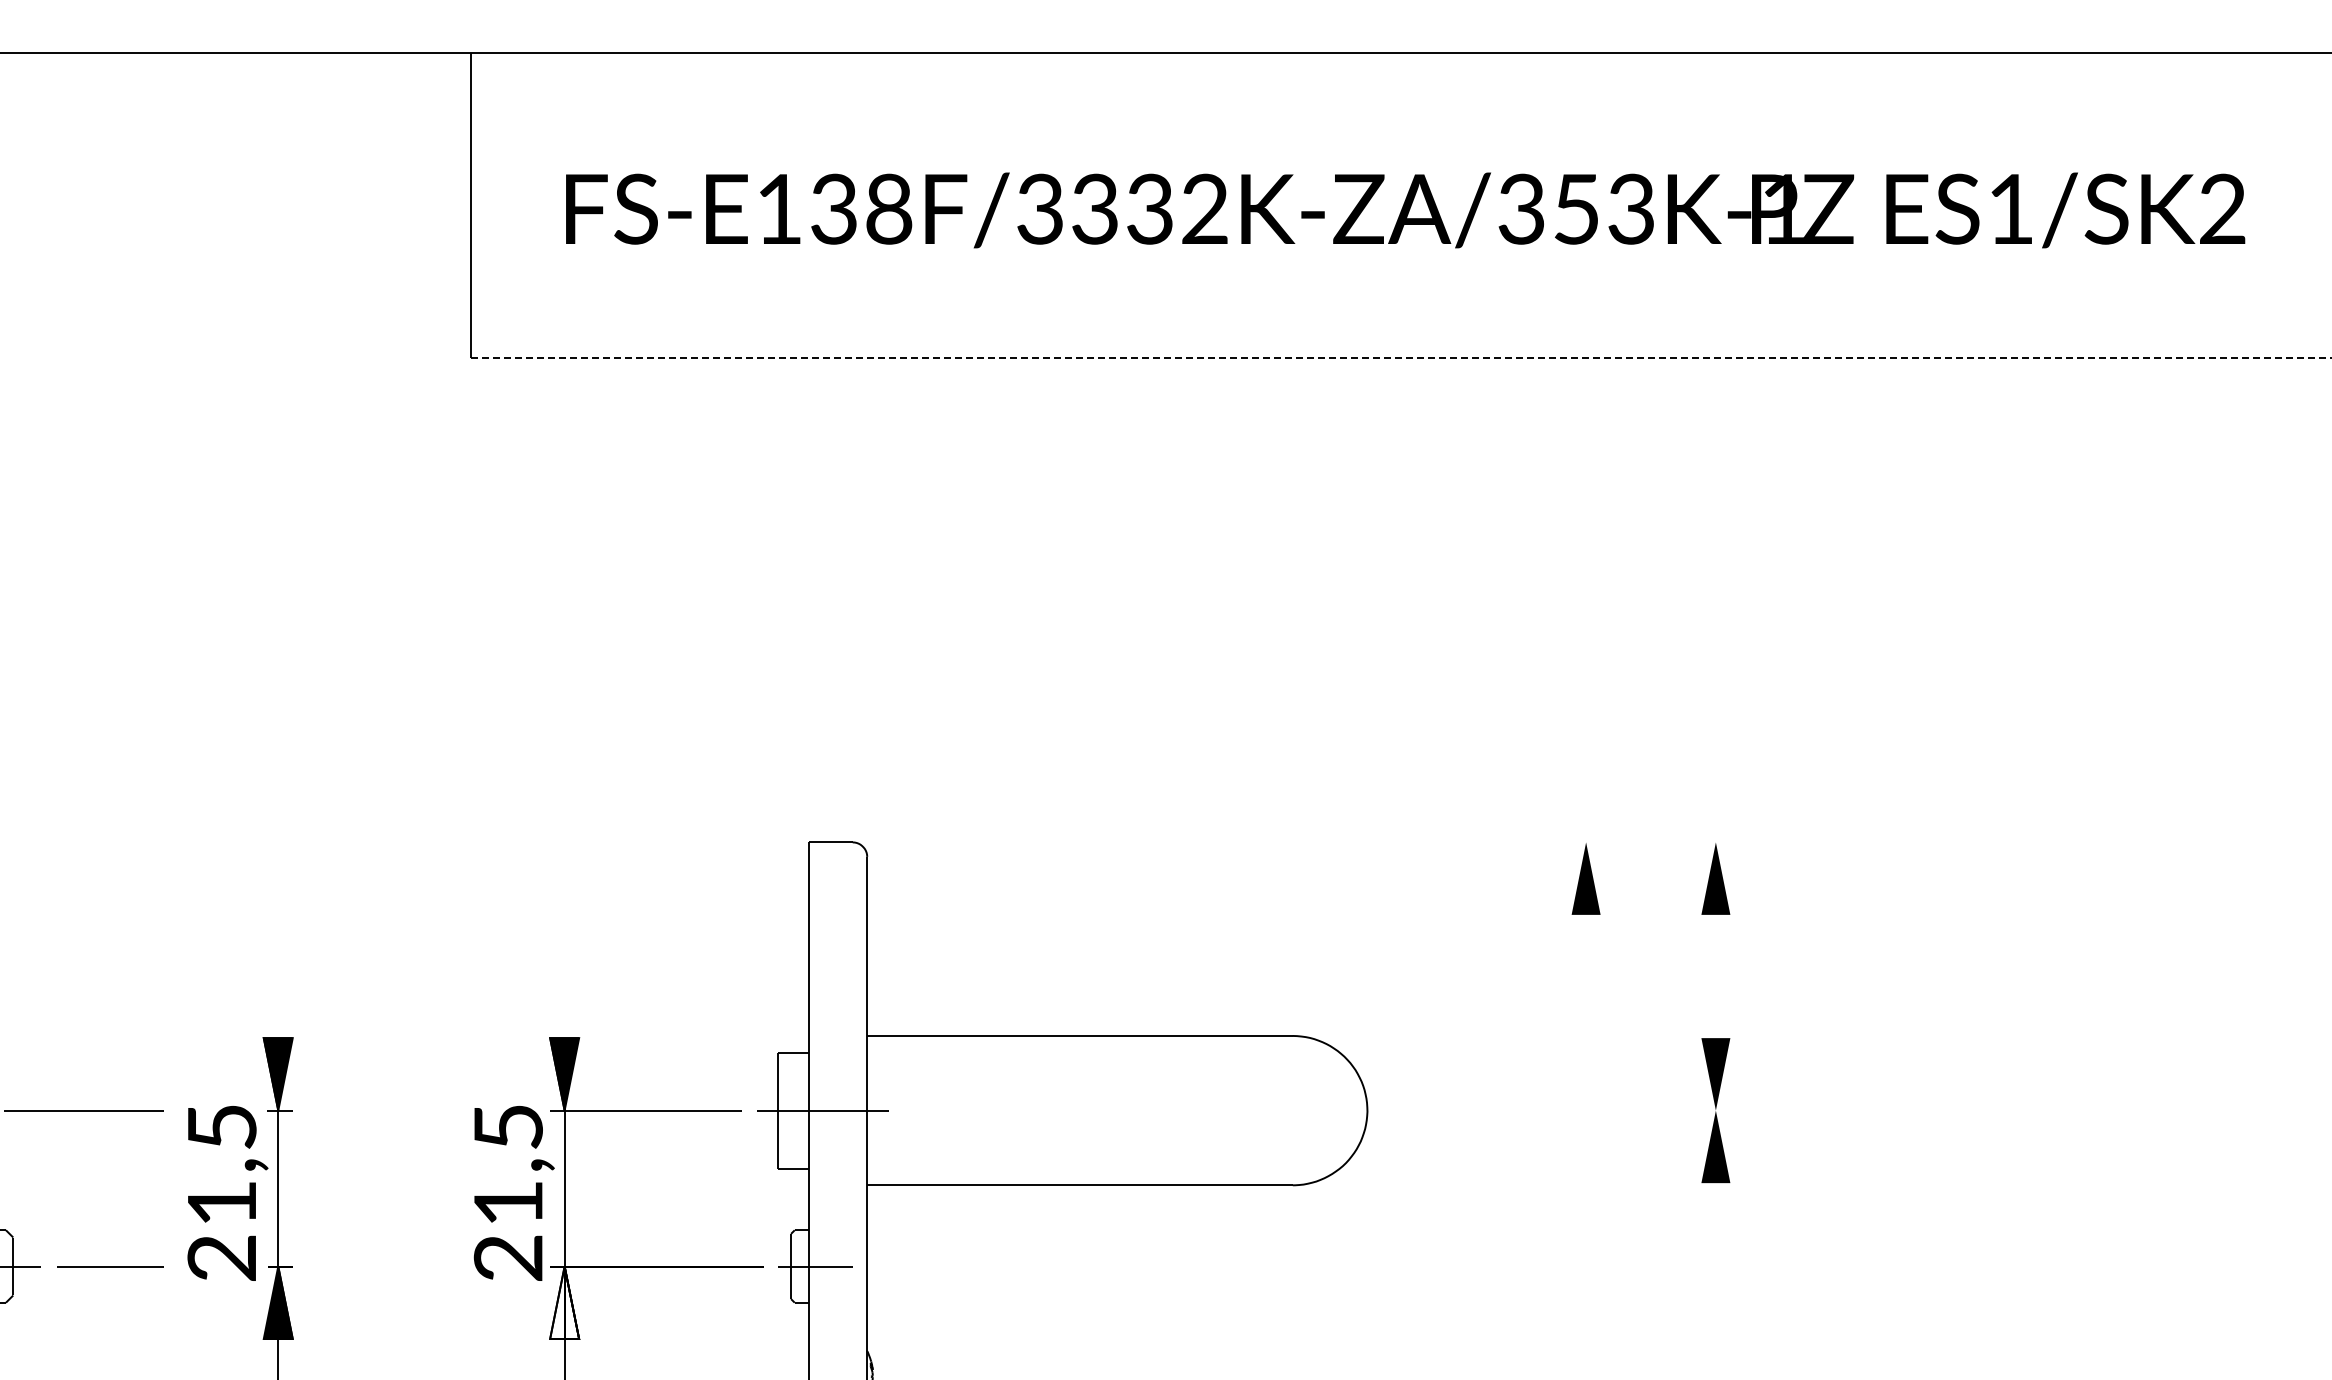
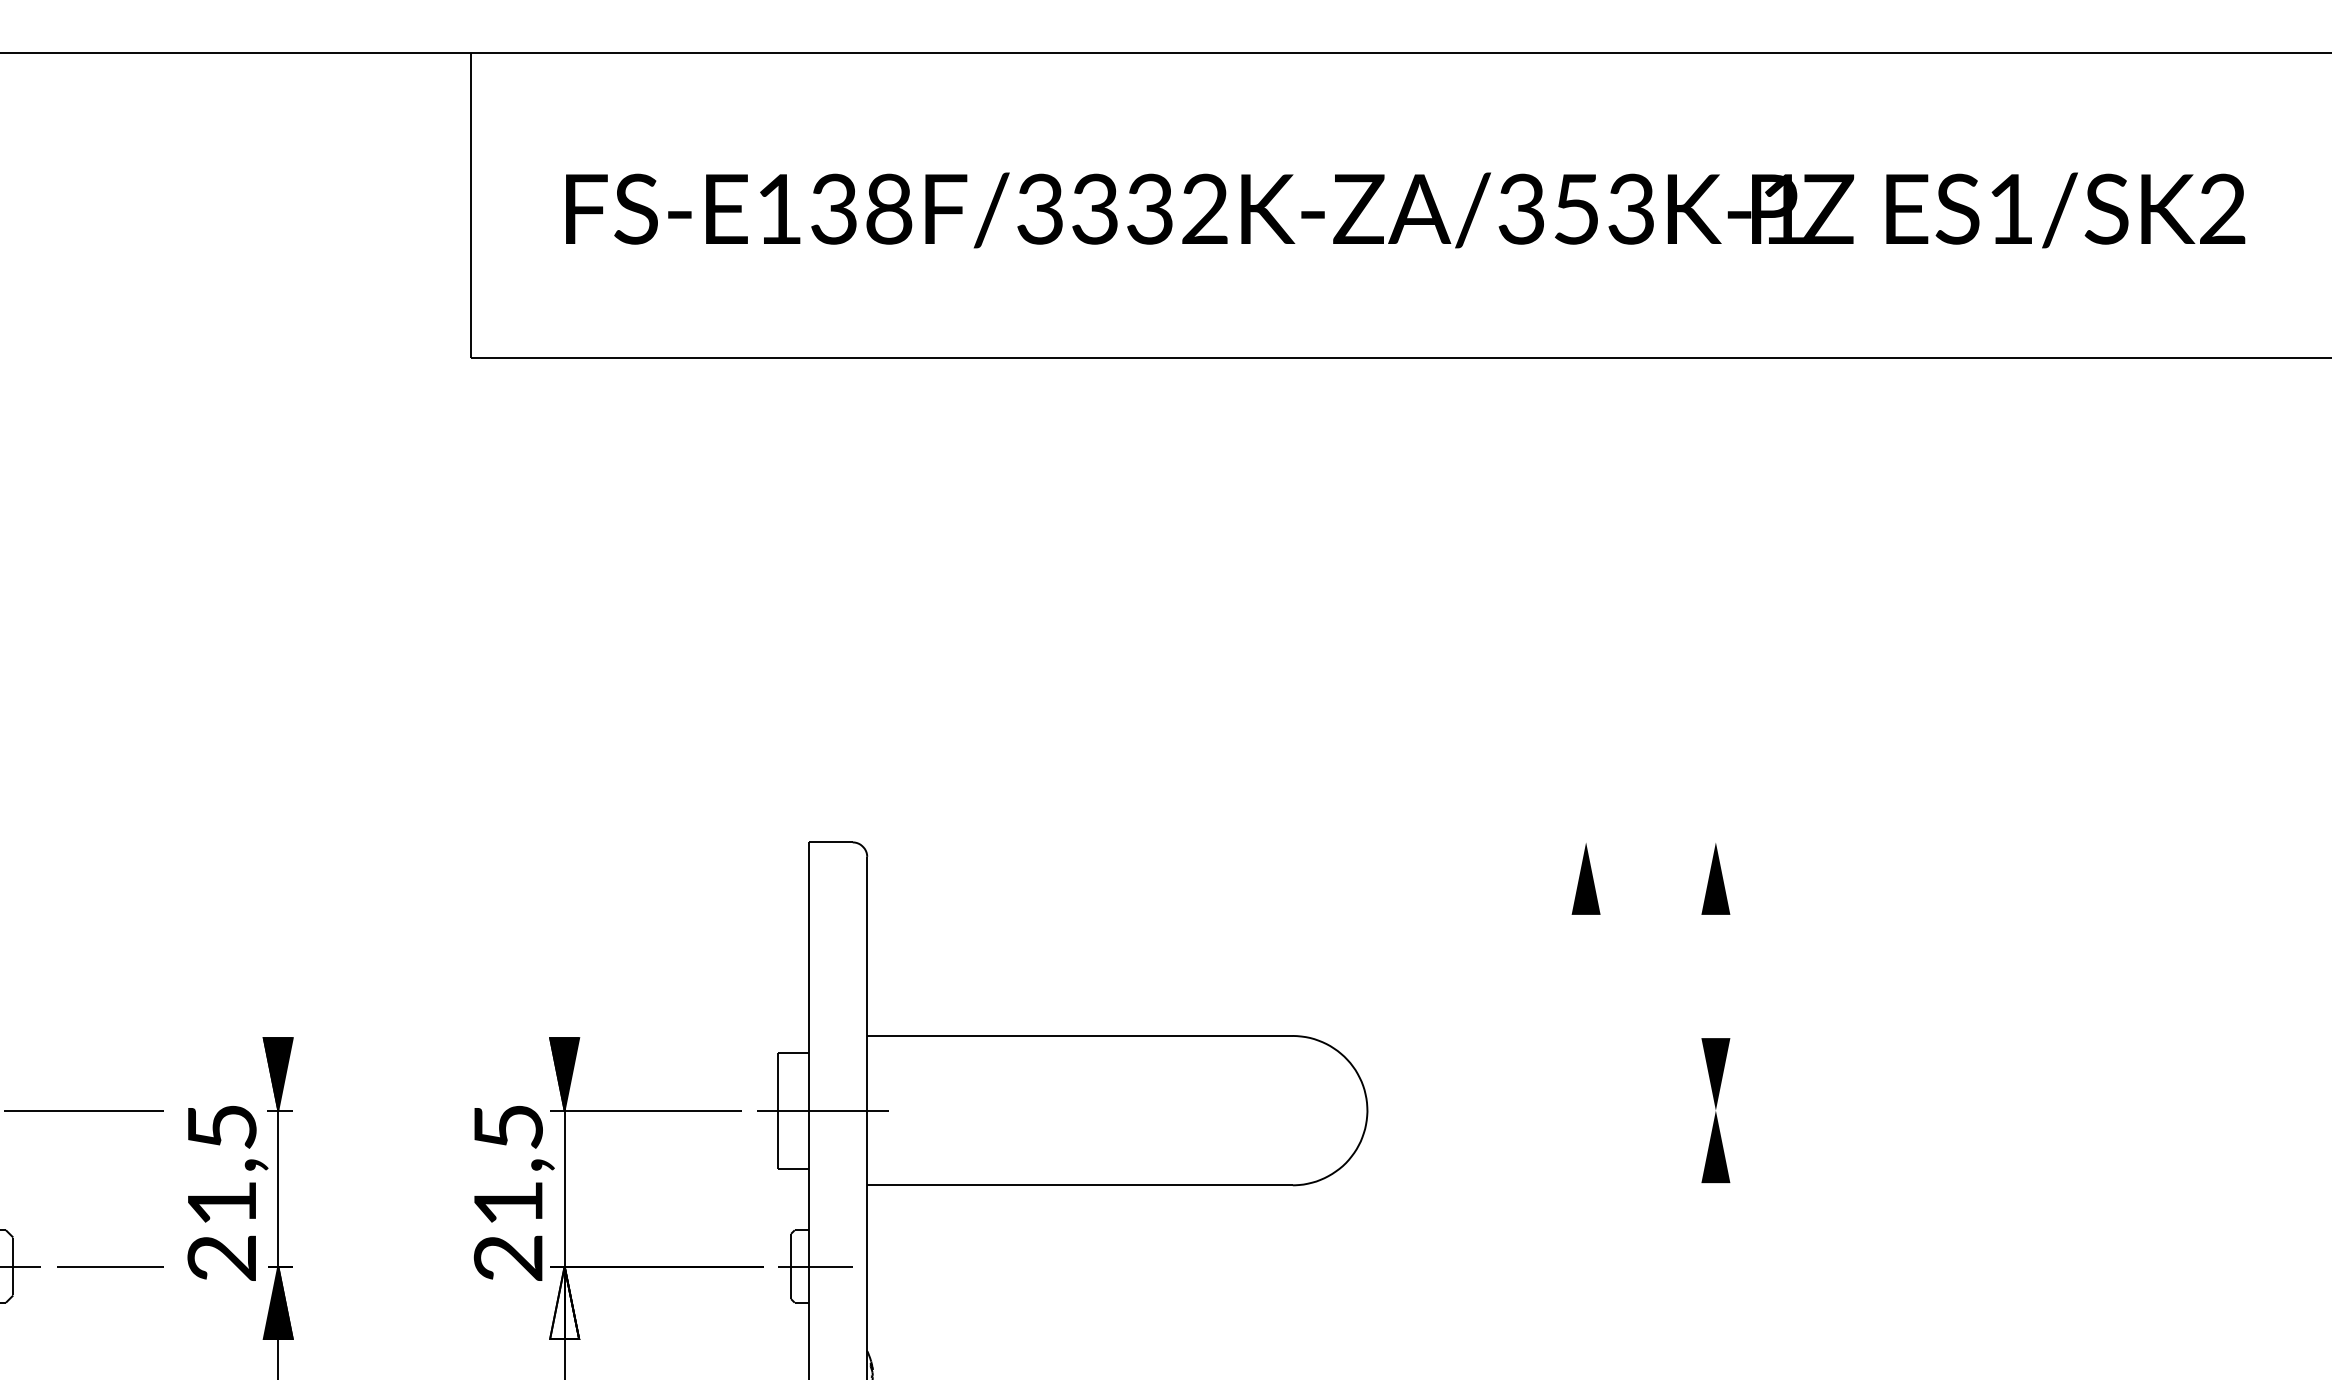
line at (1401, 357): dashed -> solid
